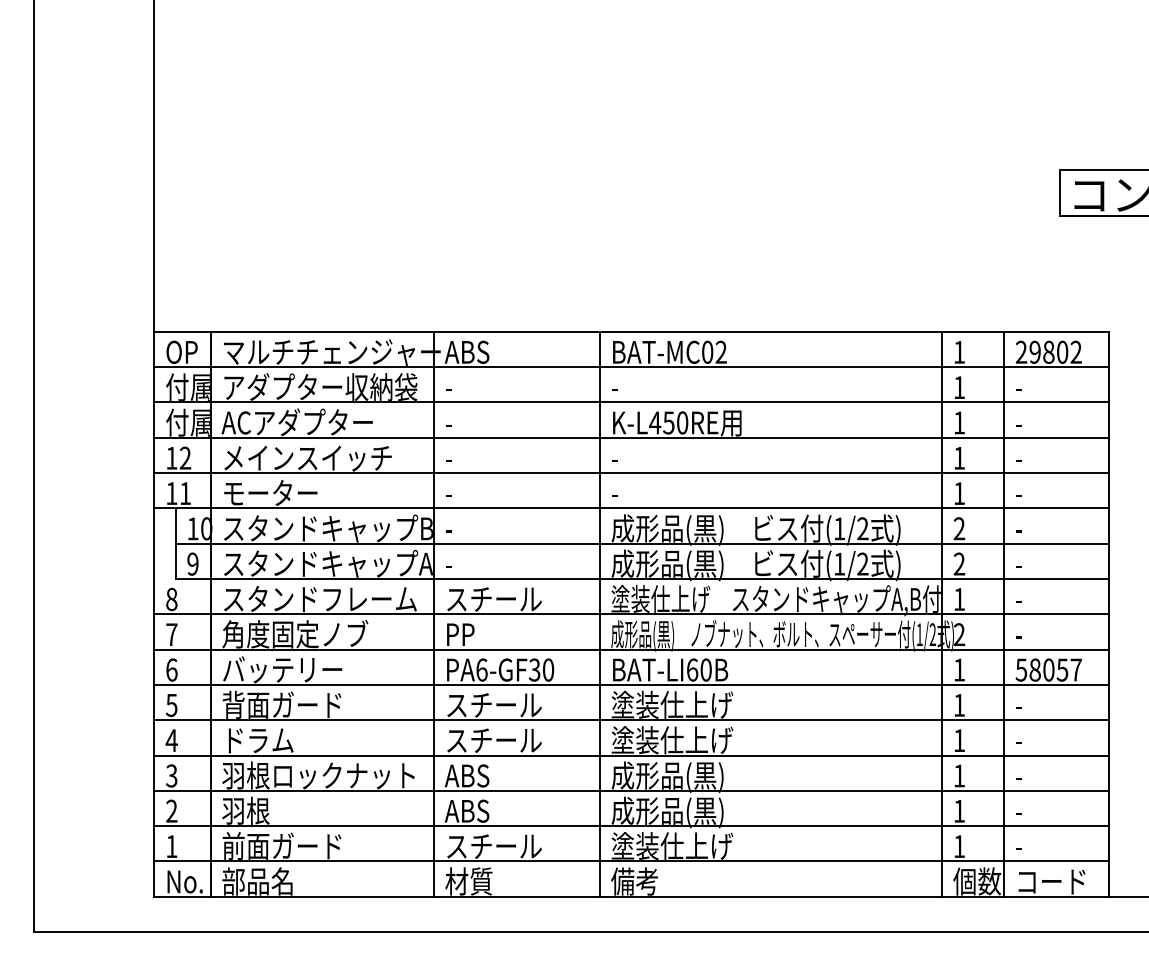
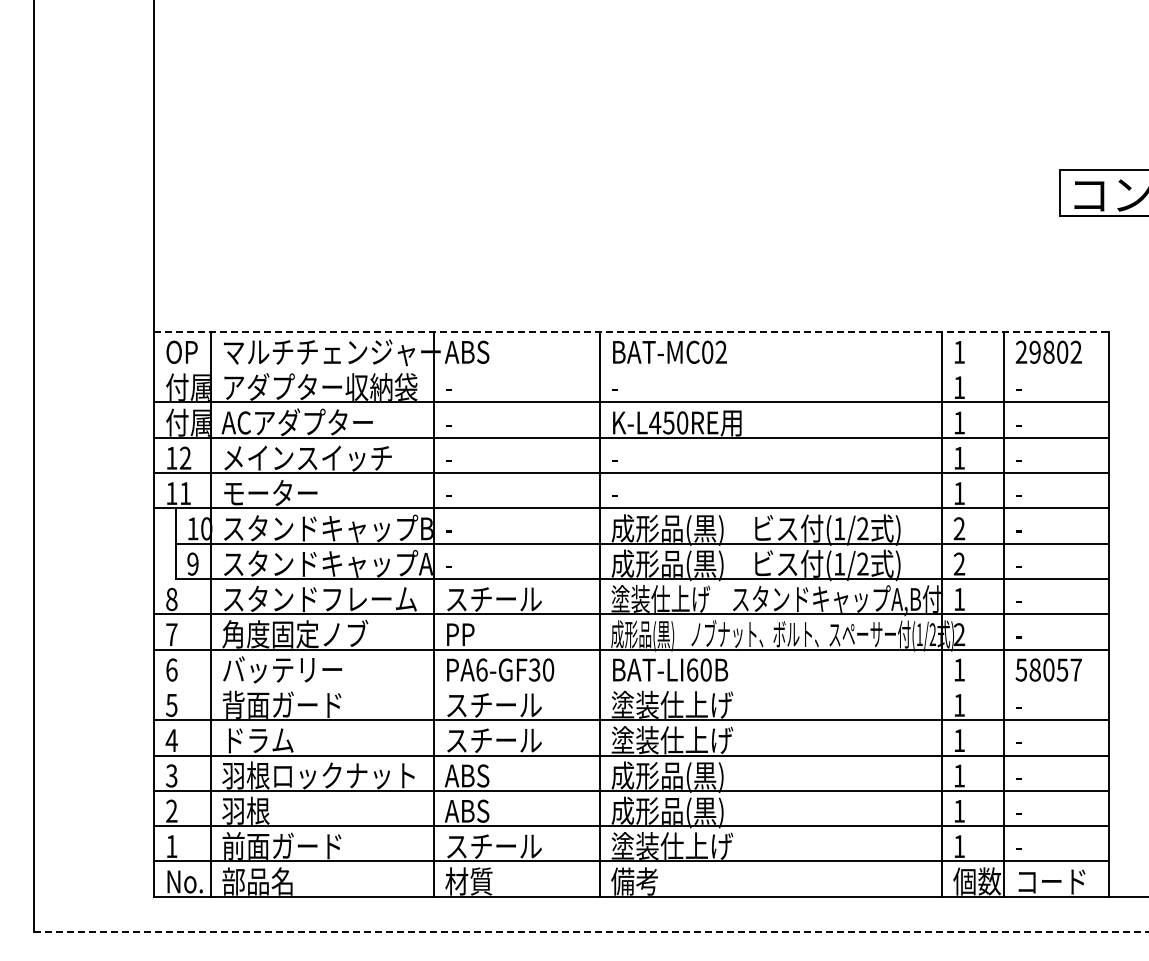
line at (632, 331): solid -> dashed
line at (631, 367): present -> none
line at (631, 684): present -> none
line at (591, 932): solid -> dashed
